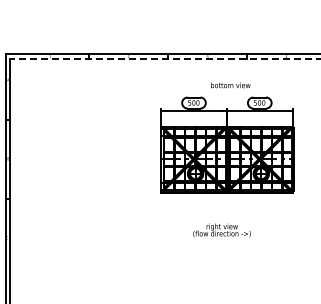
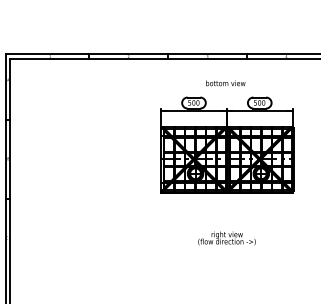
line at (165, 59): dashed -> solid
text at (230, 85) position: (230, 85) -> (225, 83)
text at (221, 230) position: (221, 230) -> (226, 238)
